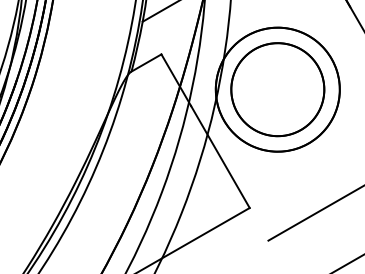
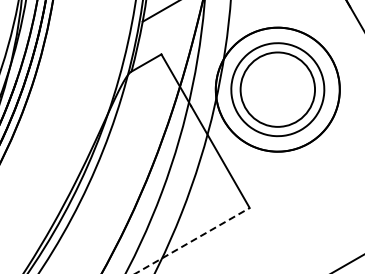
circle at (277, 89) diameter: 93 px -> 74 px
line at (314, 213): present -> none
line at (192, 240): solid -> dashed
